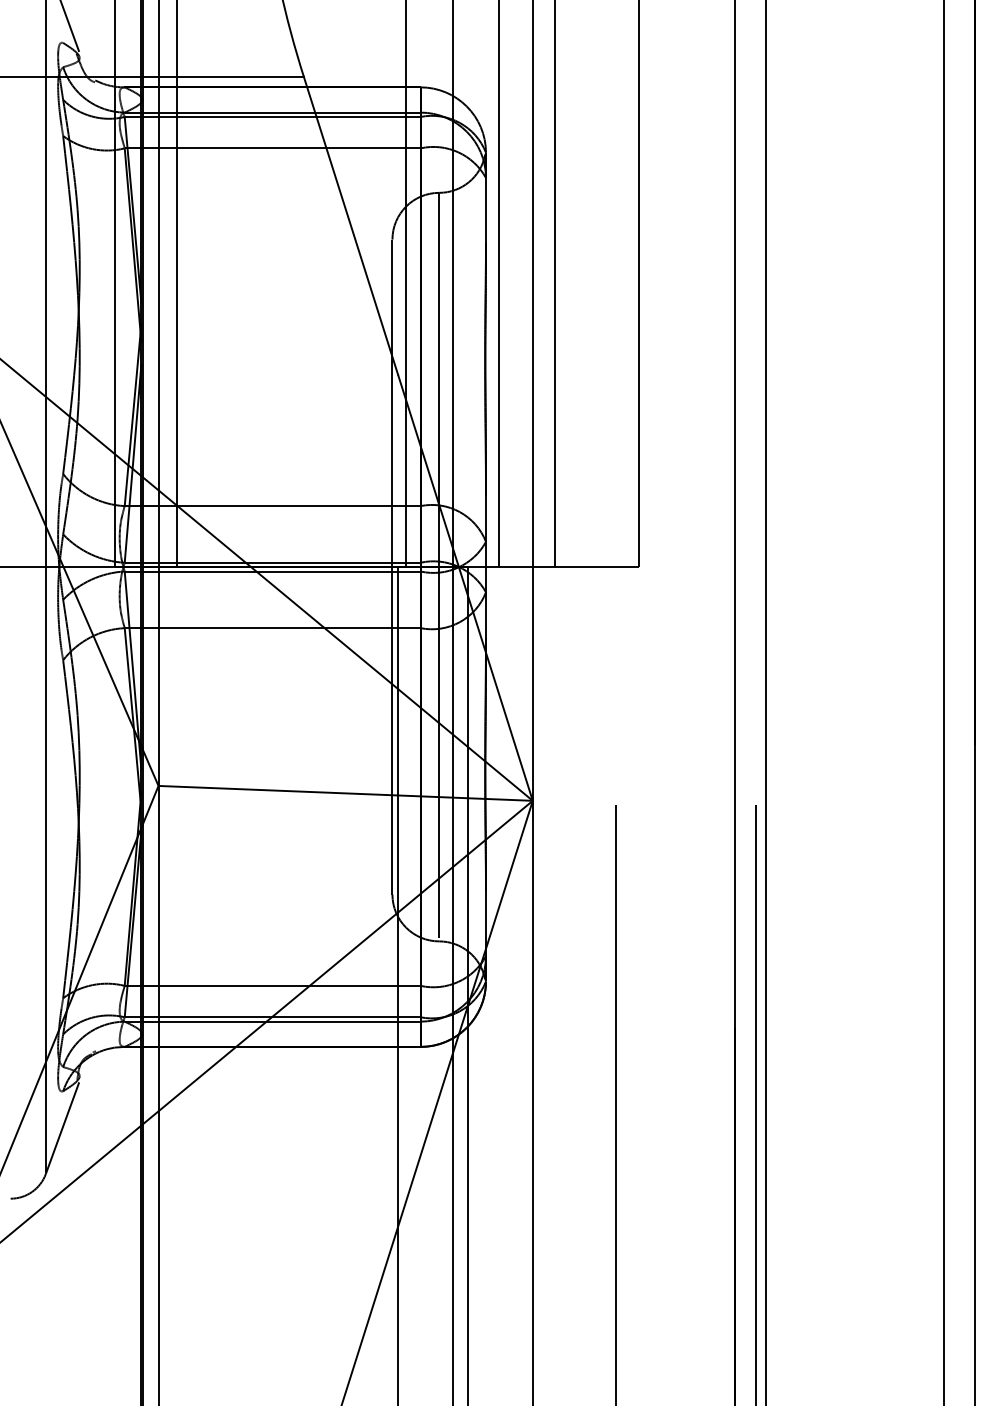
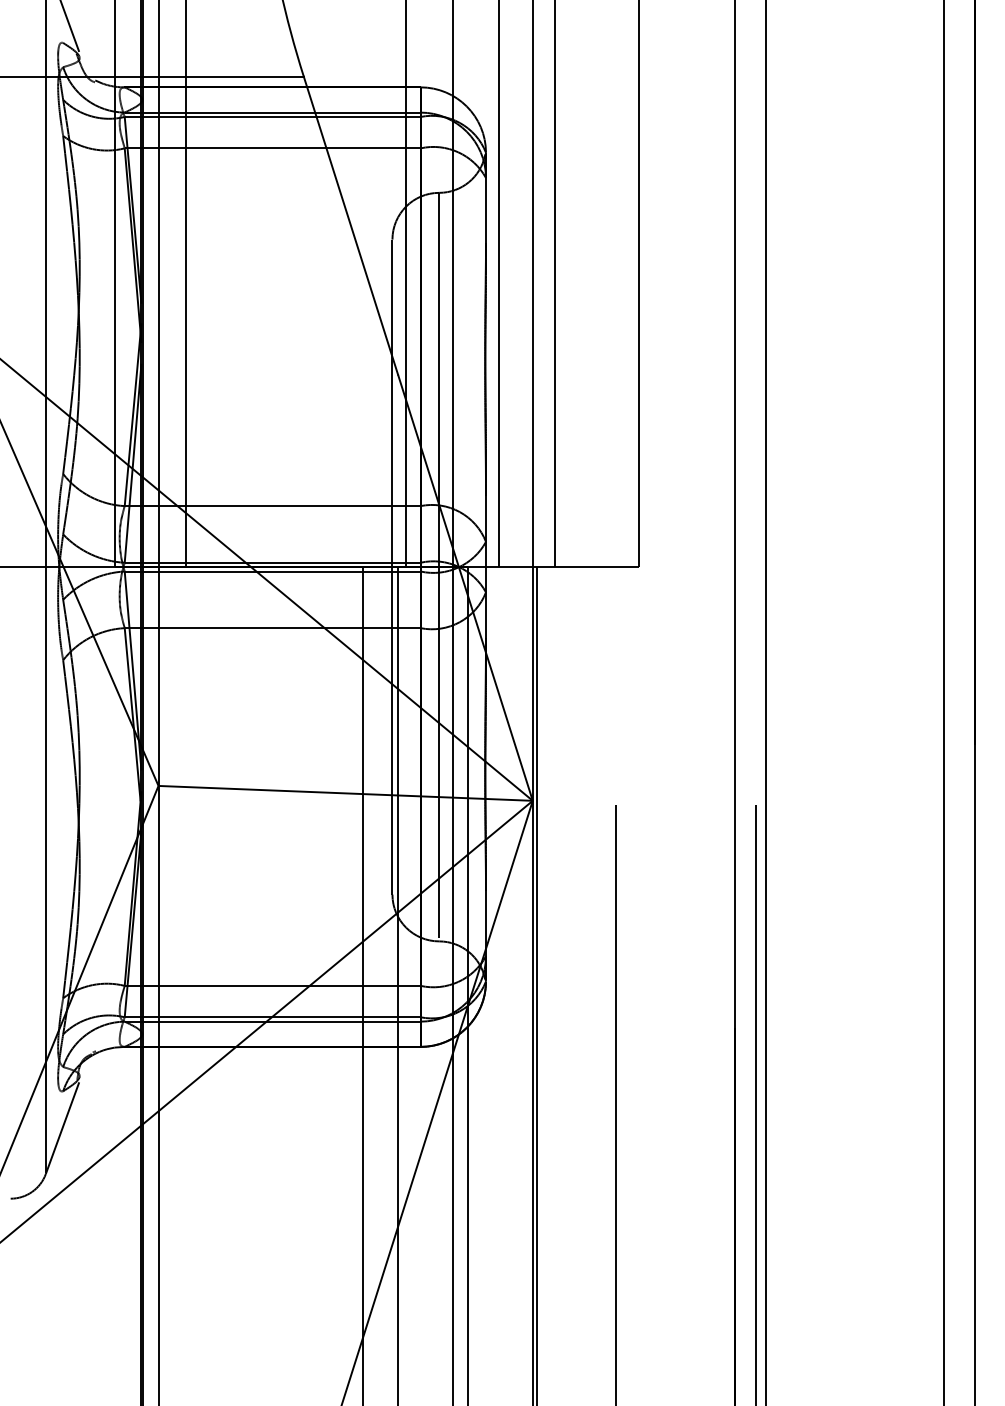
line at (177, 284) position: (177, 284) -> (186, 284)
line at (363, 984): none -> present
line at (537, 984): none -> present
